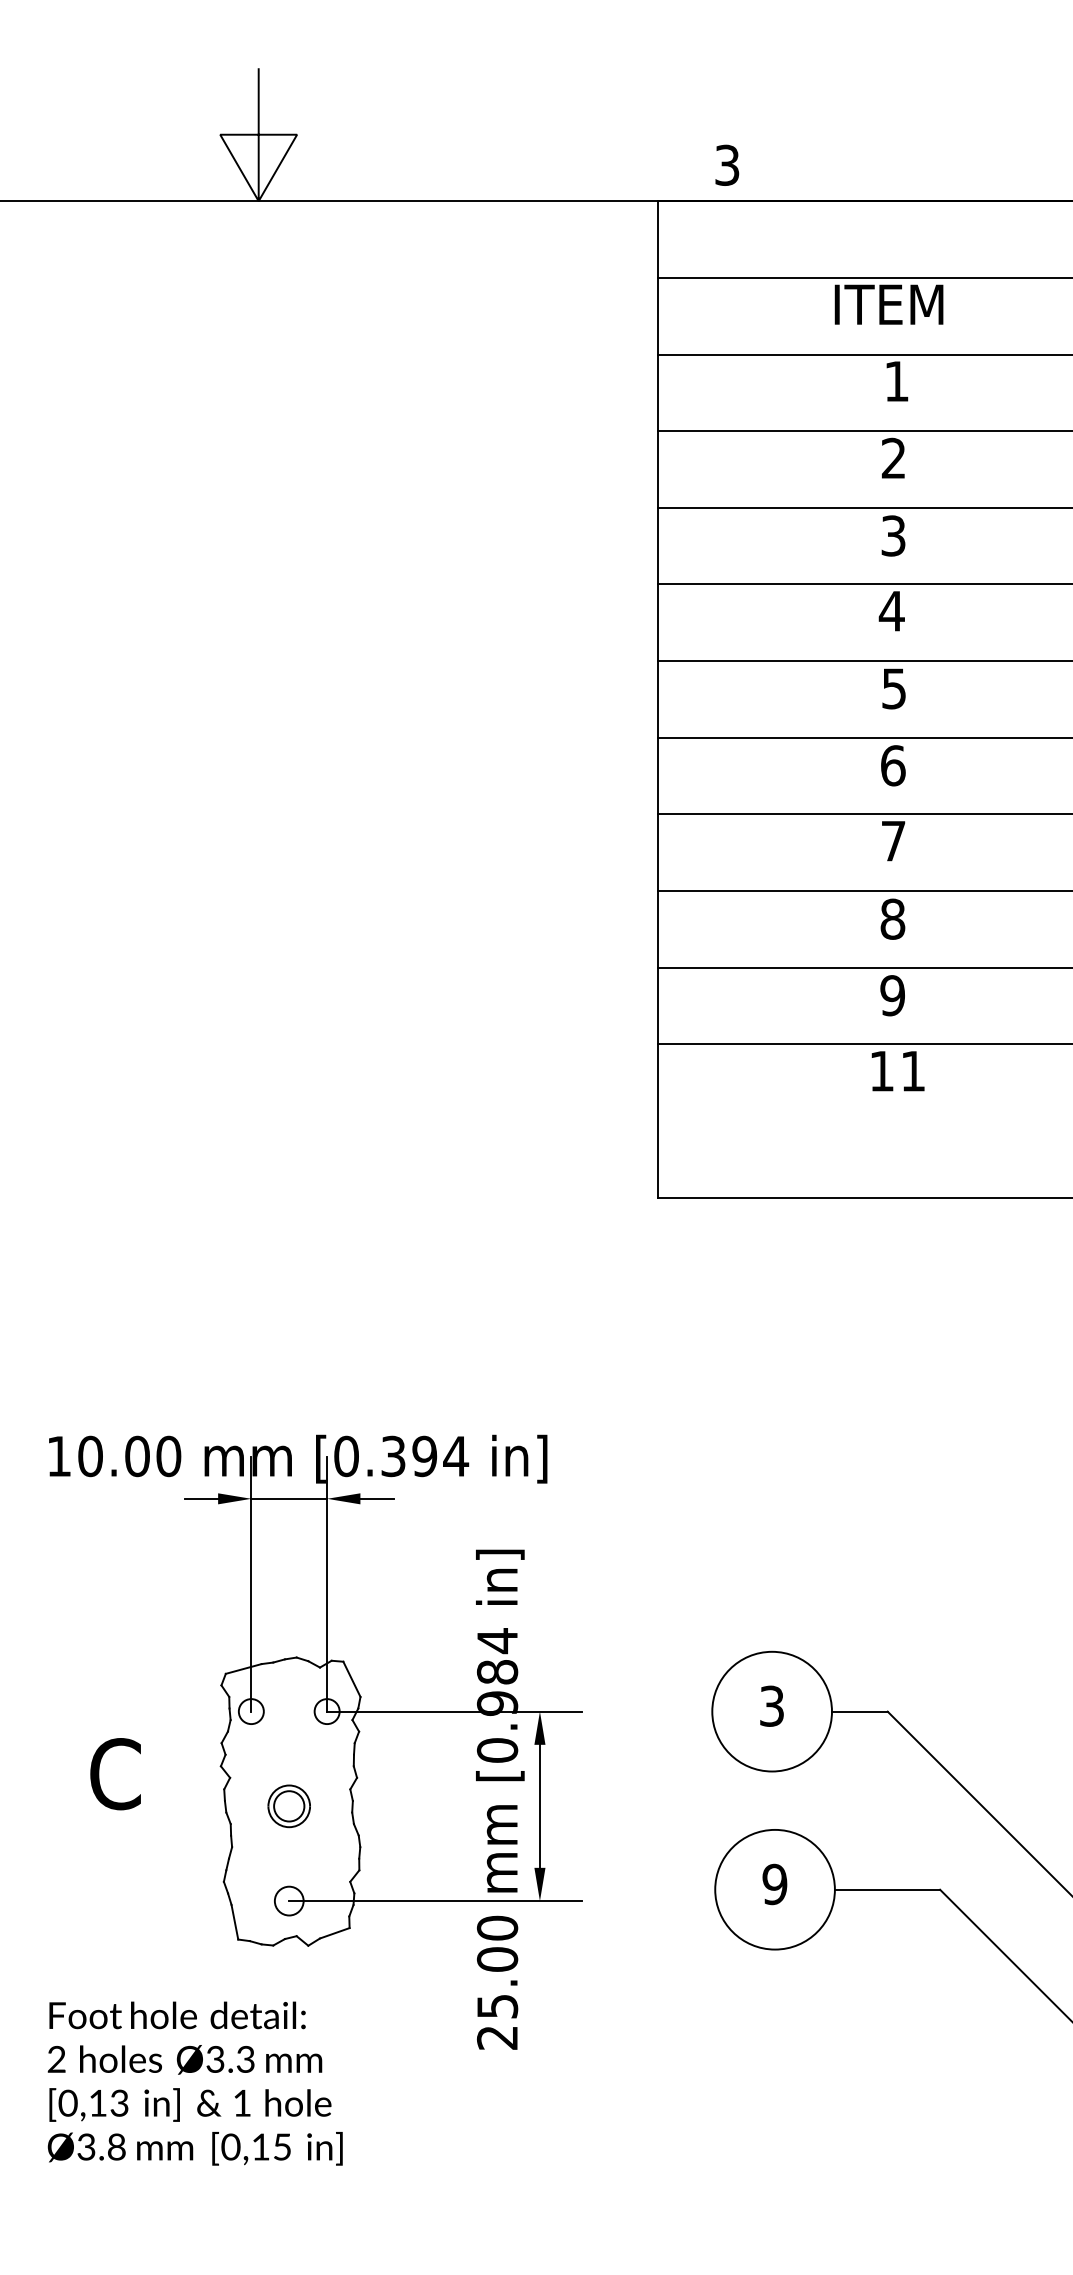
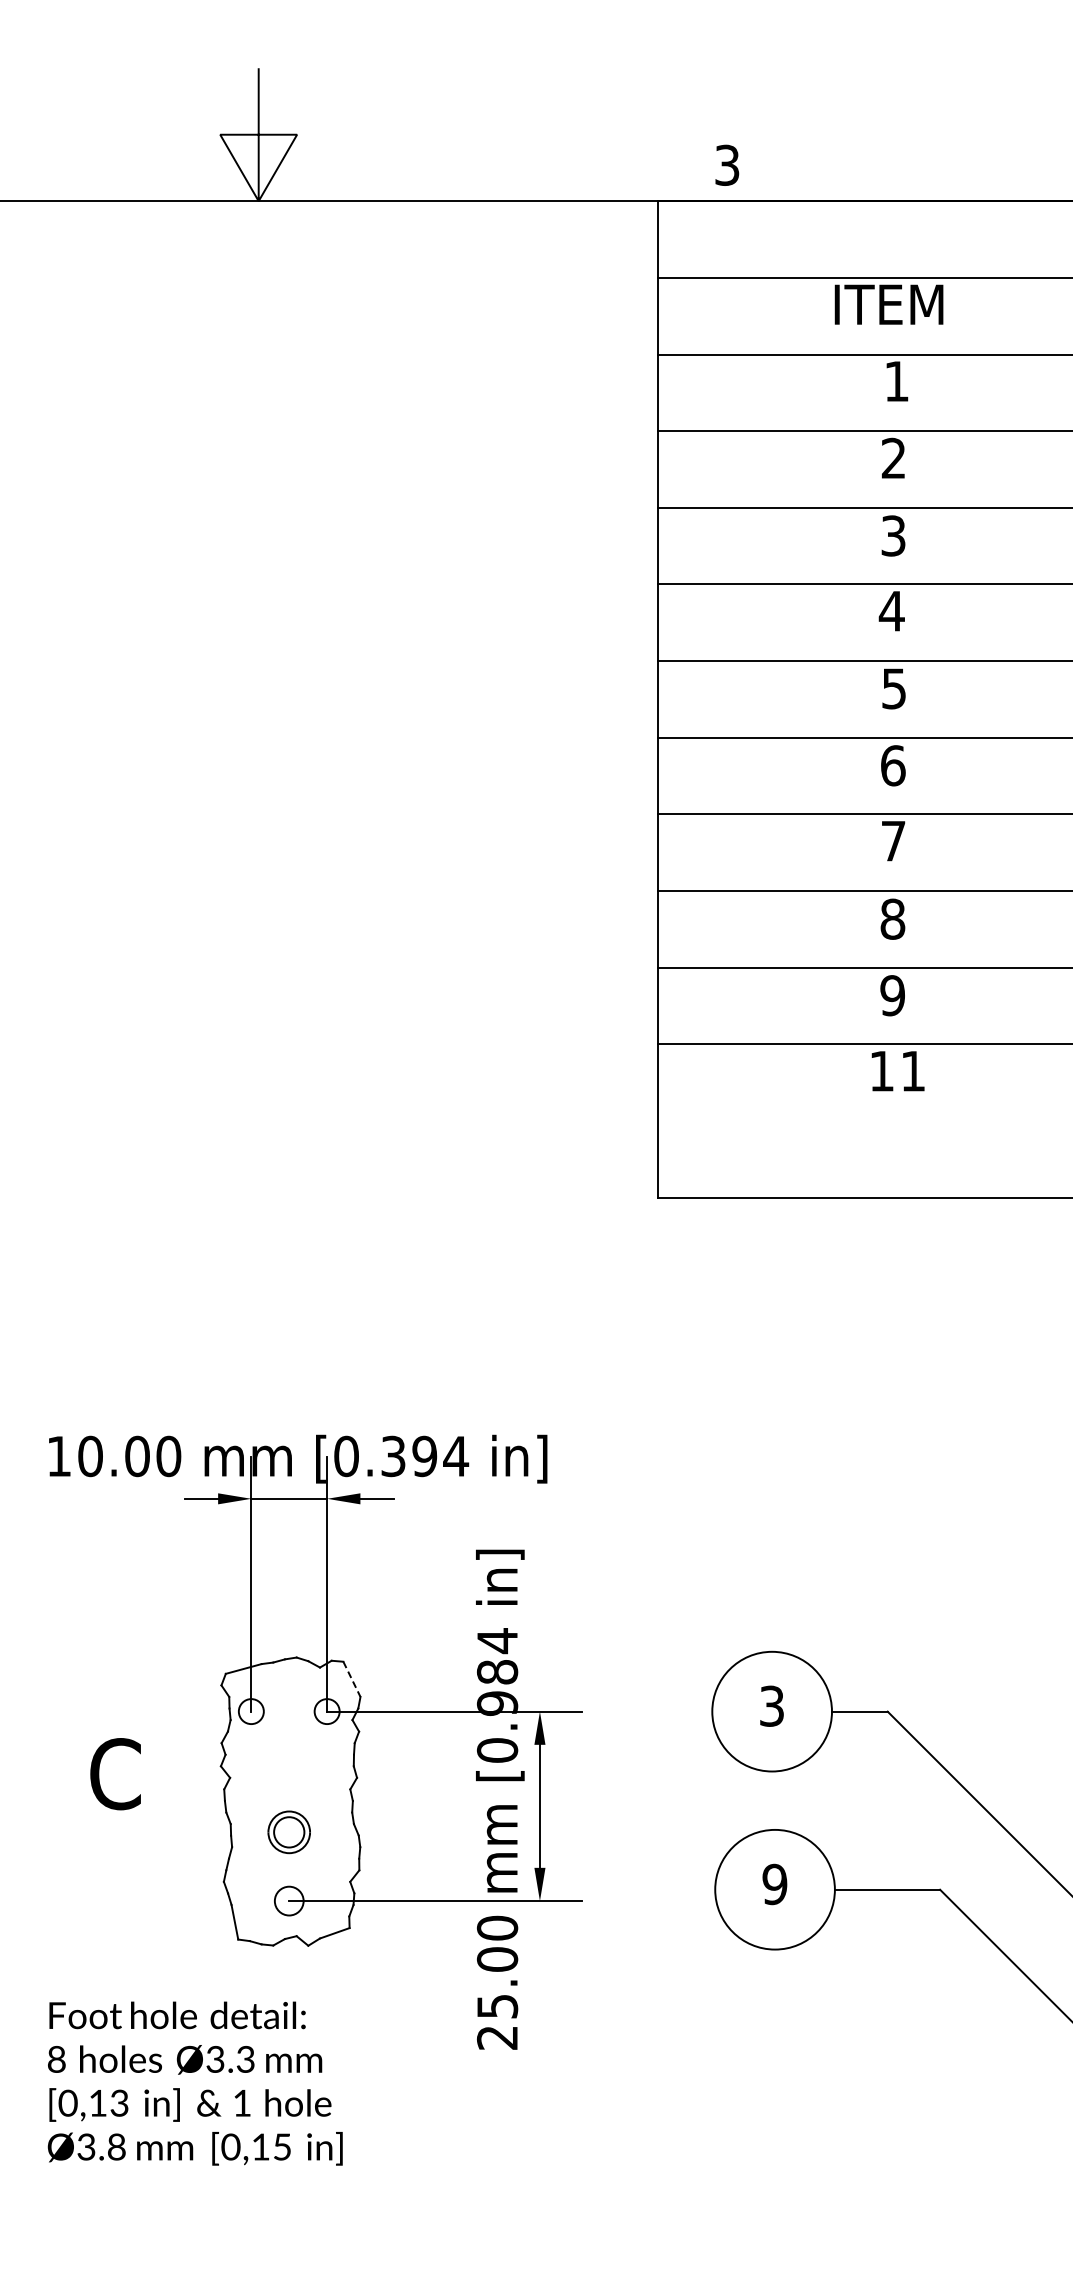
line at (351, 1679): solid -> dashed
part at (288, 1806) position: (288, 1806) -> (288, 1832)
text at (56, 2059): 2 -> 8
